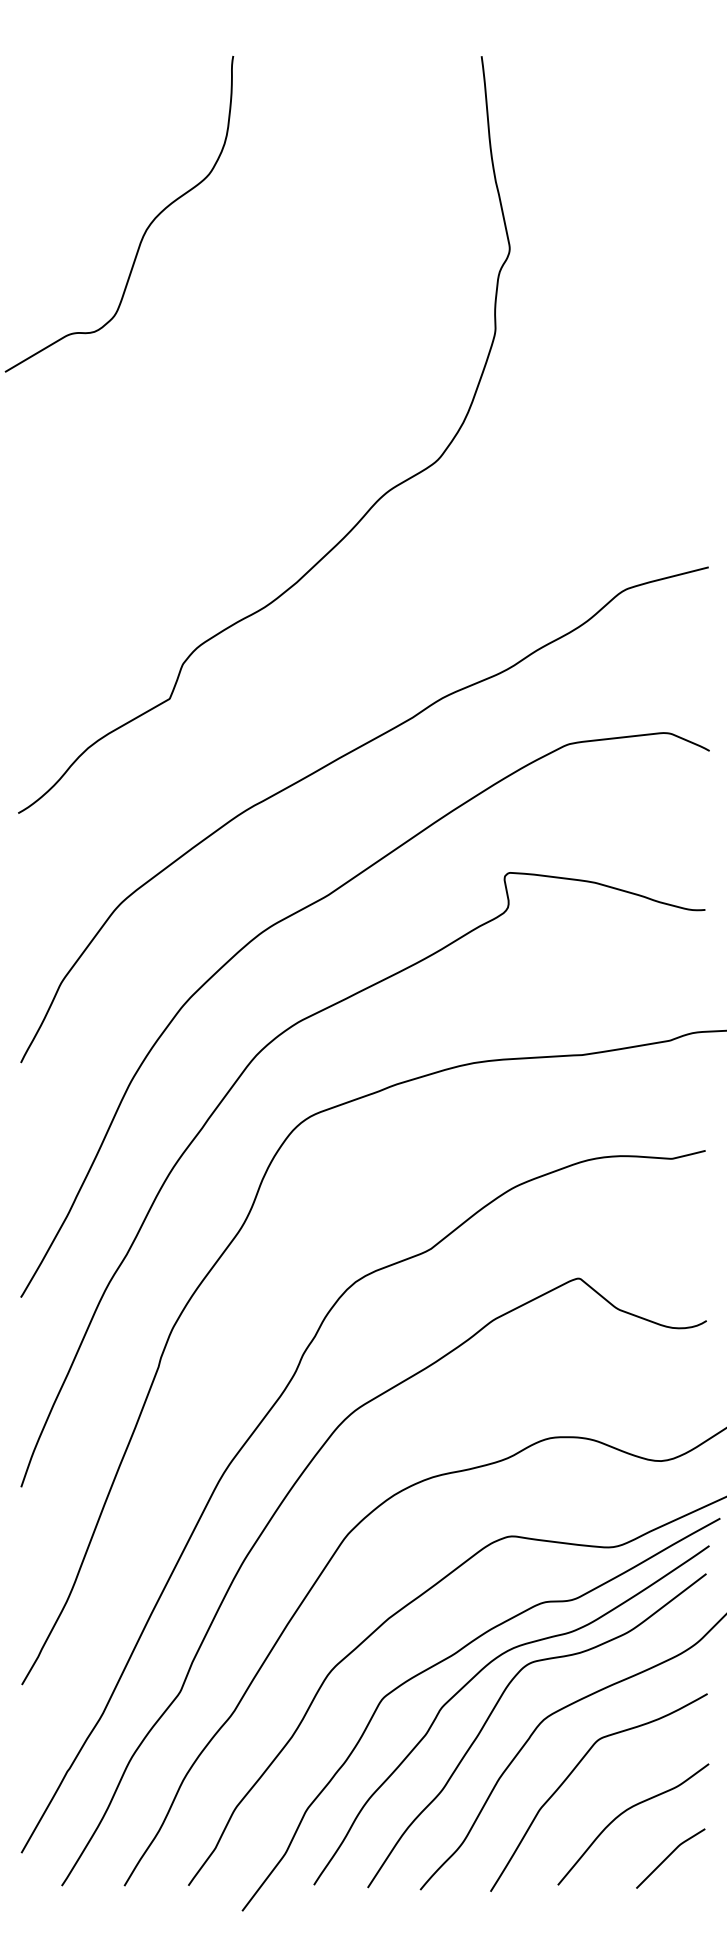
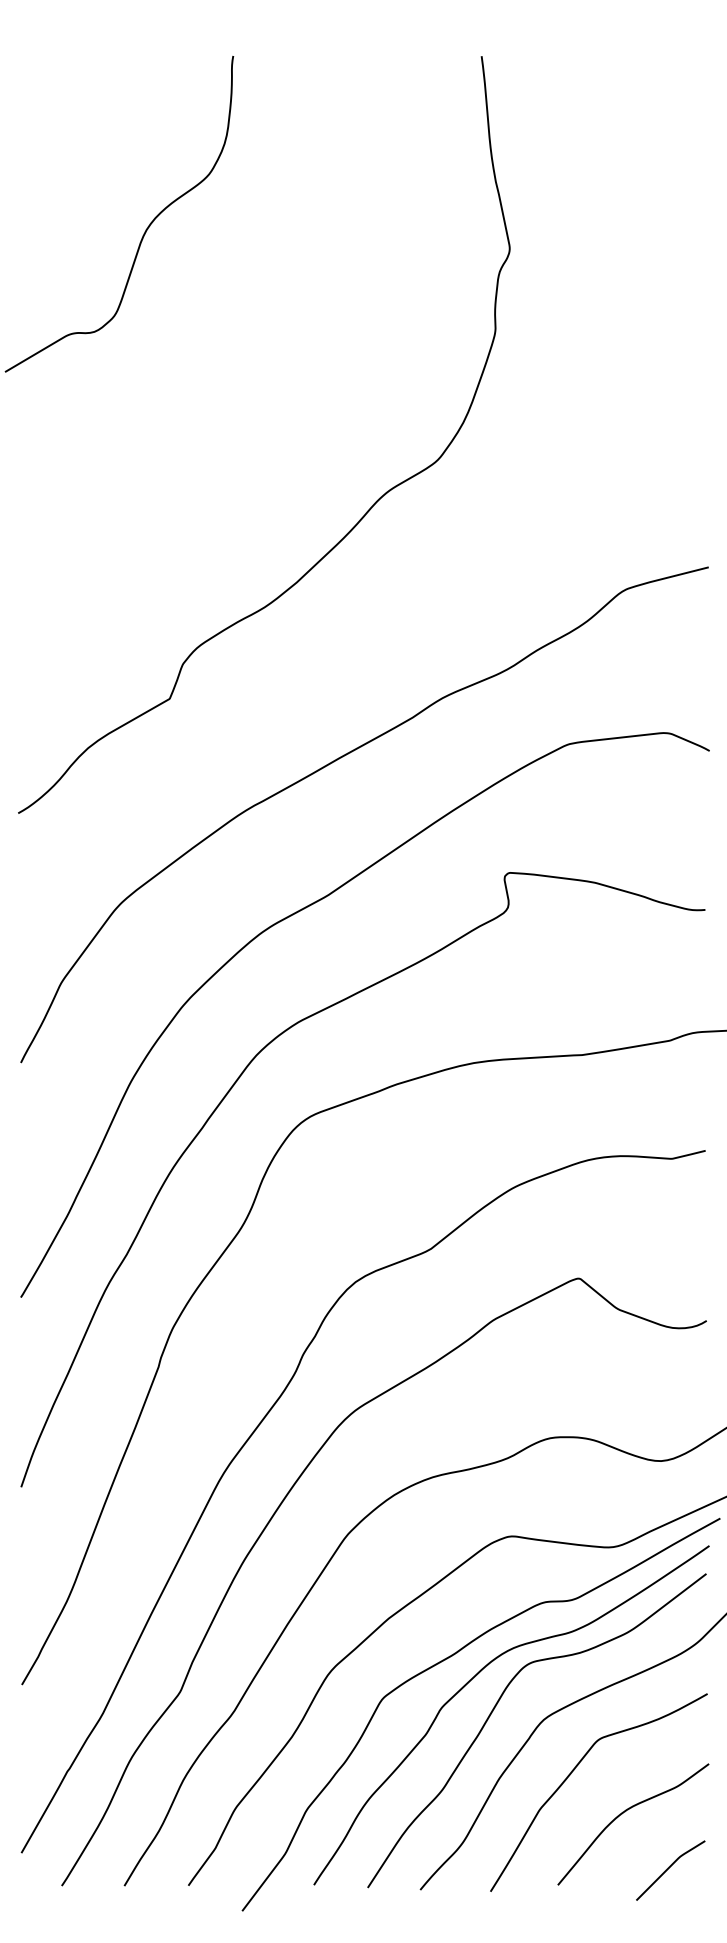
curve at (669, 1856) position: (669, 1856) -> (669, 1868)
